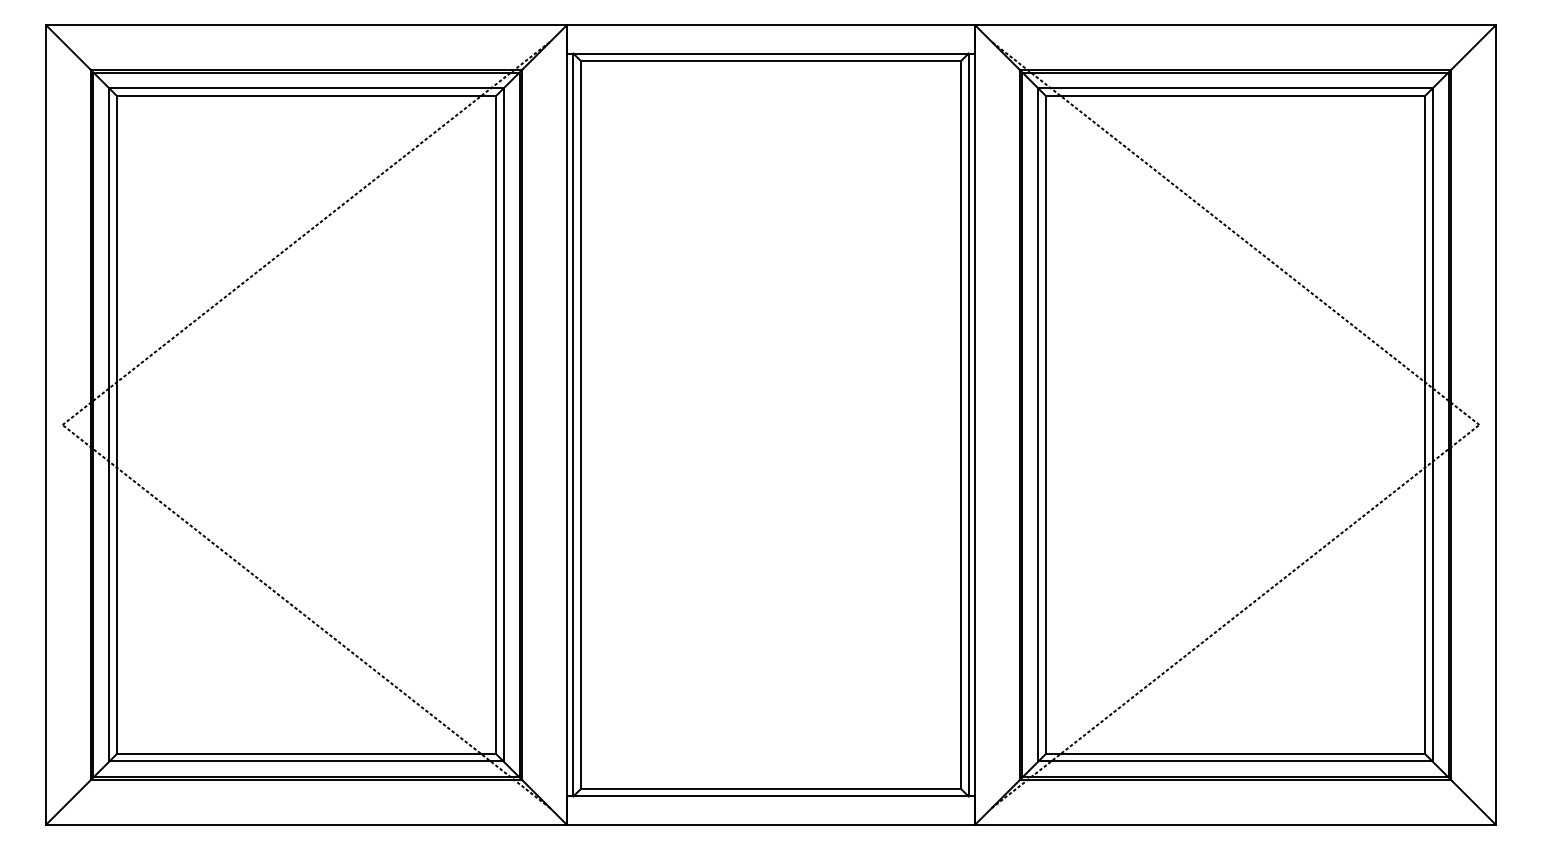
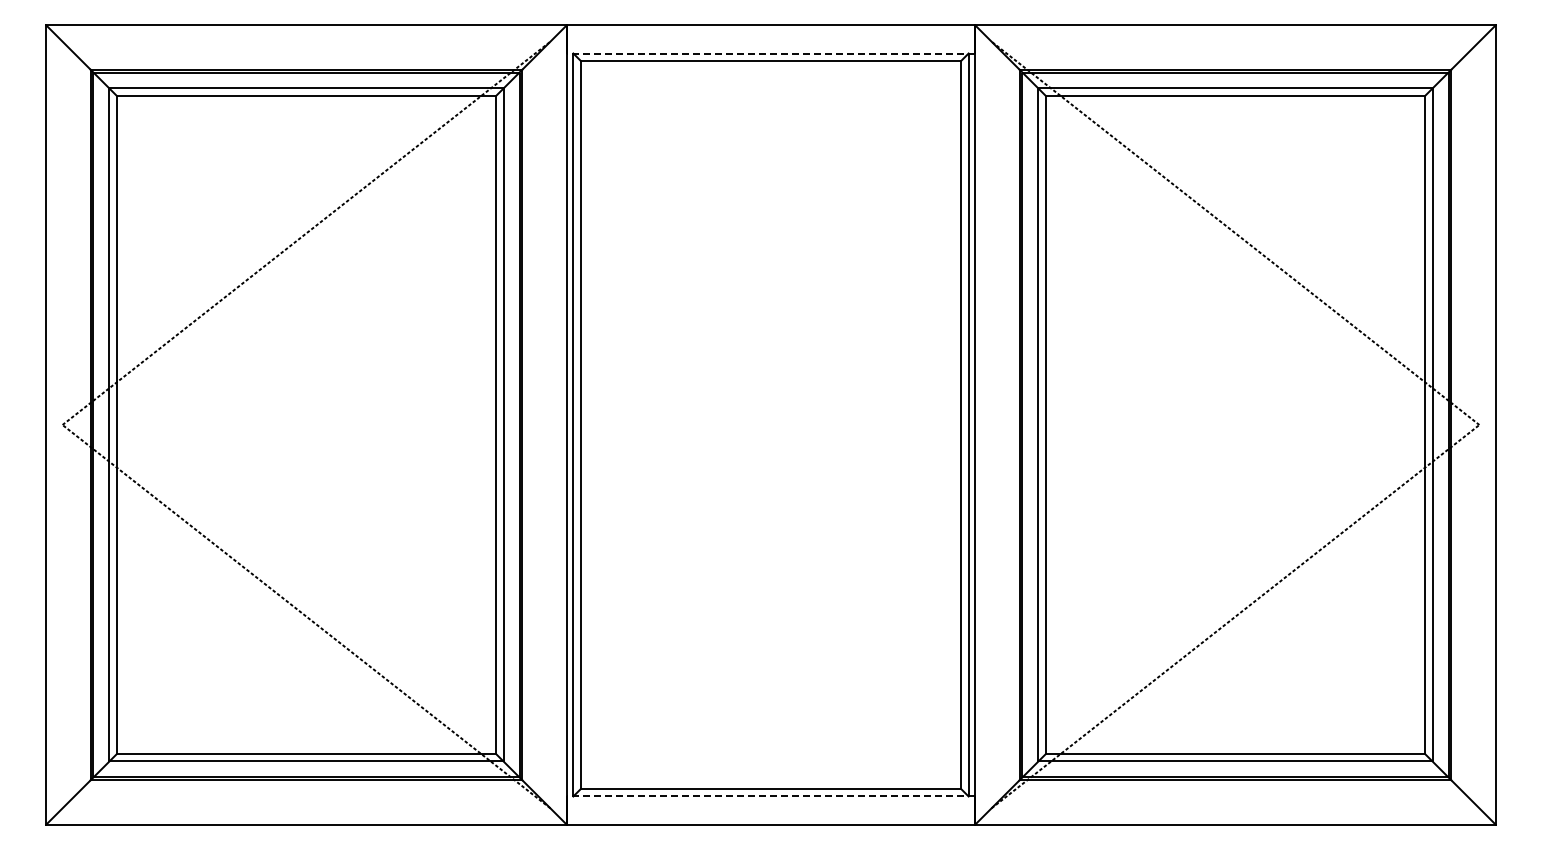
line at (770, 53): solid -> dashed
line at (770, 796): solid -> dashed
